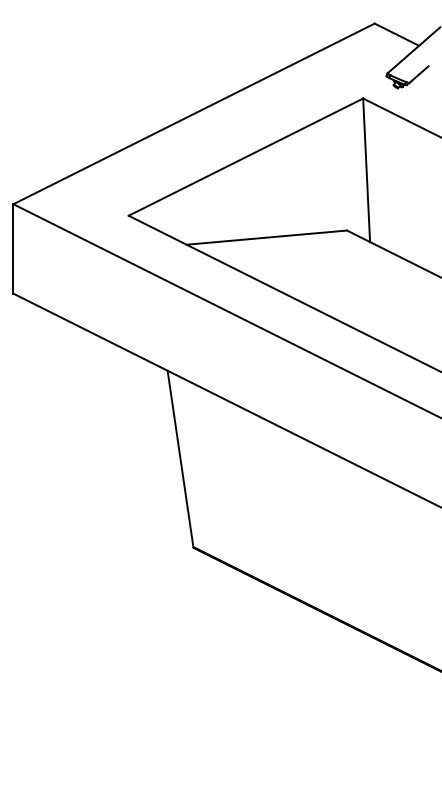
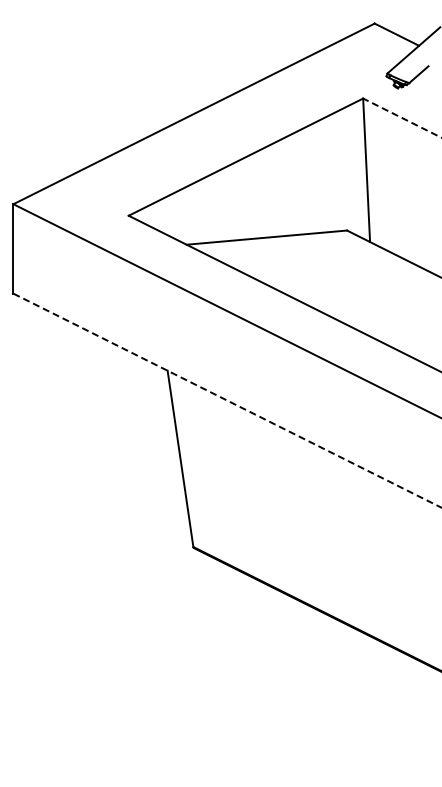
line at (402, 118): solid -> dashed
line at (227, 400): solid -> dashed
